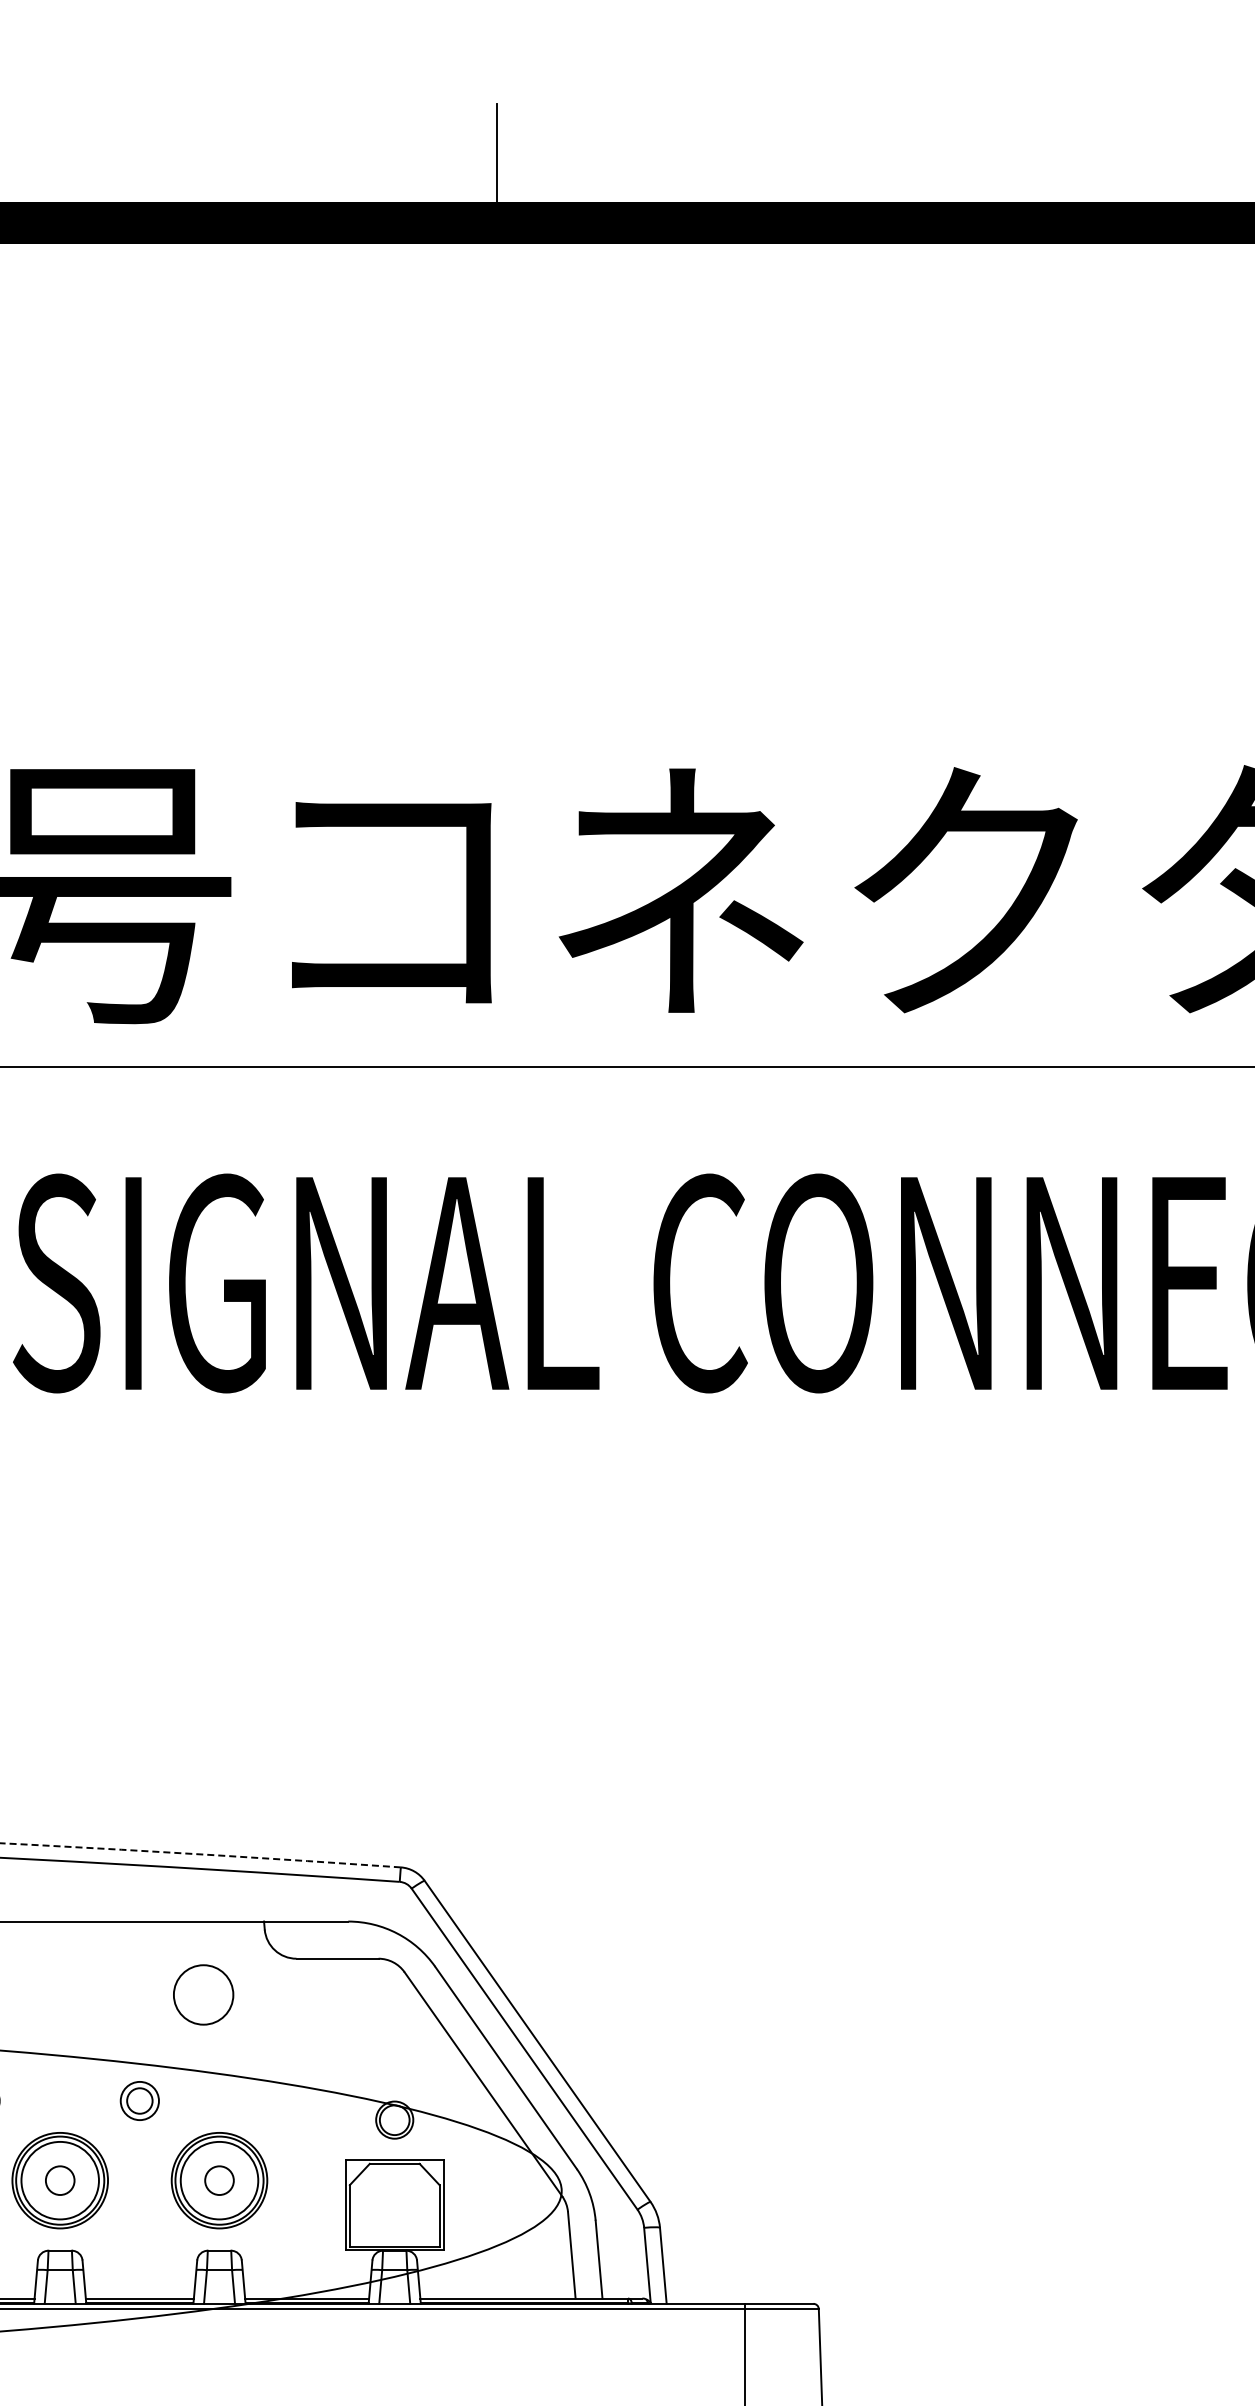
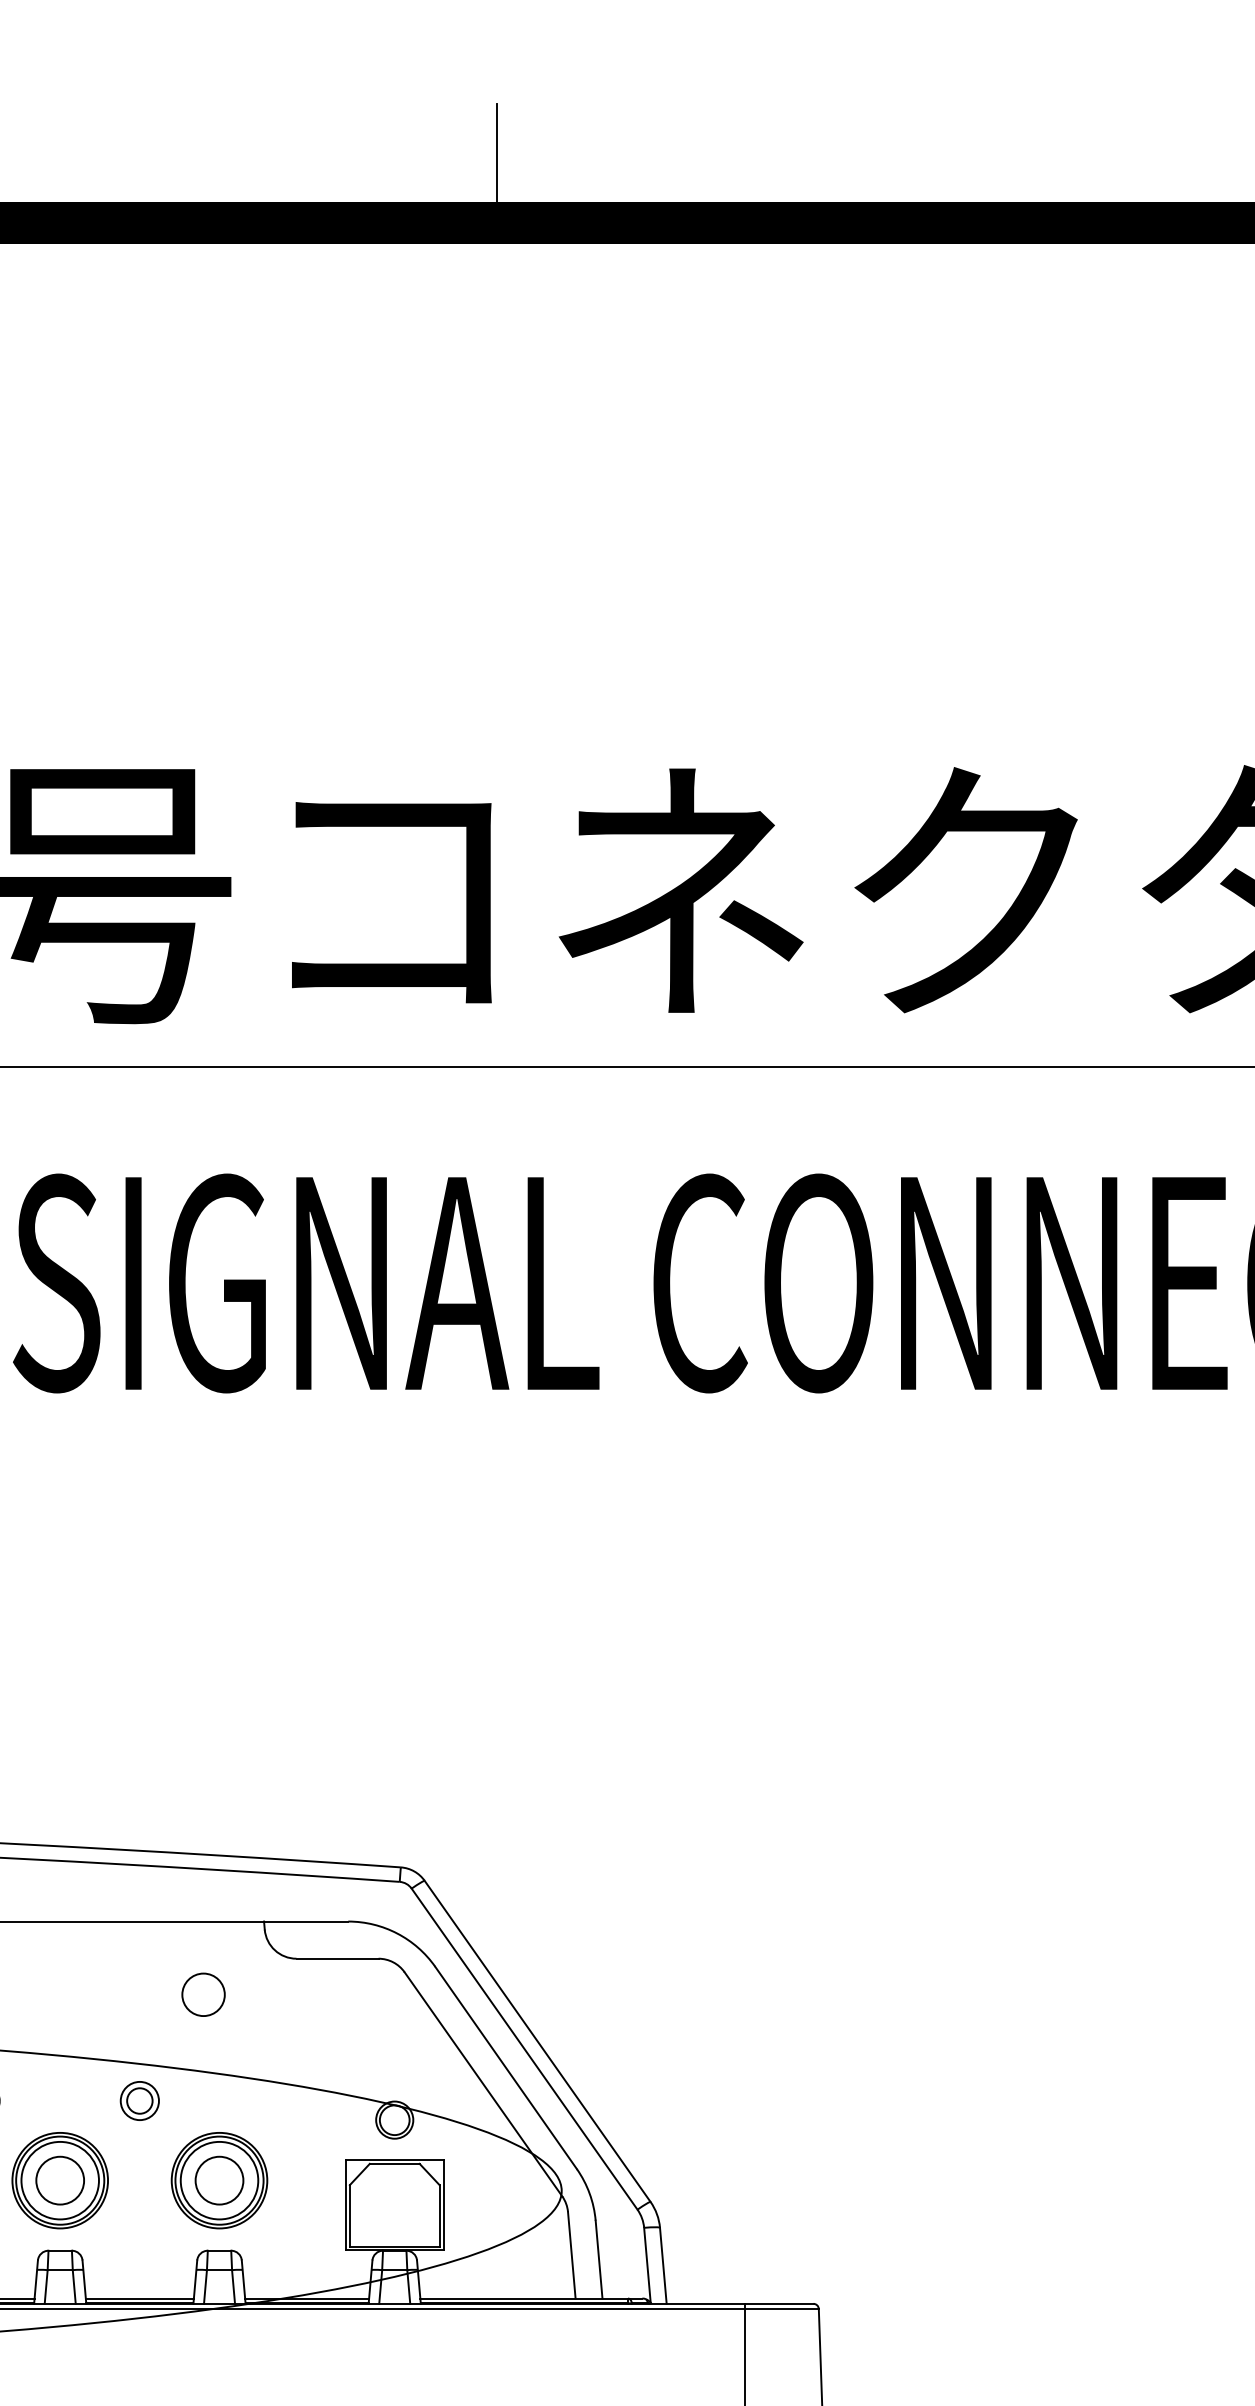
arc at (200, 1854): dashed -> solid
circle at (203, 1994) size: 62x62 px -> 45x45 px
circle at (59, 2180) diameter: 29 px -> 48 px
circle at (219, 2180) diameter: 29 px -> 48 px
